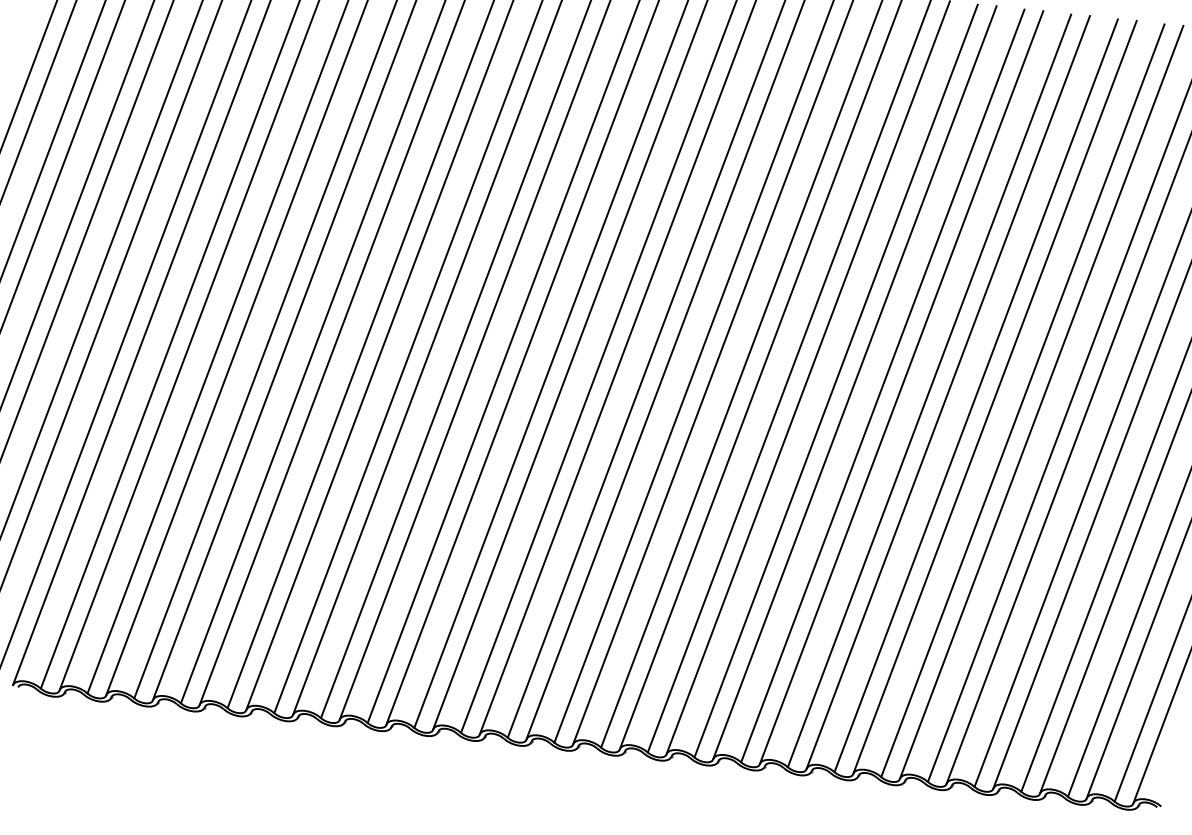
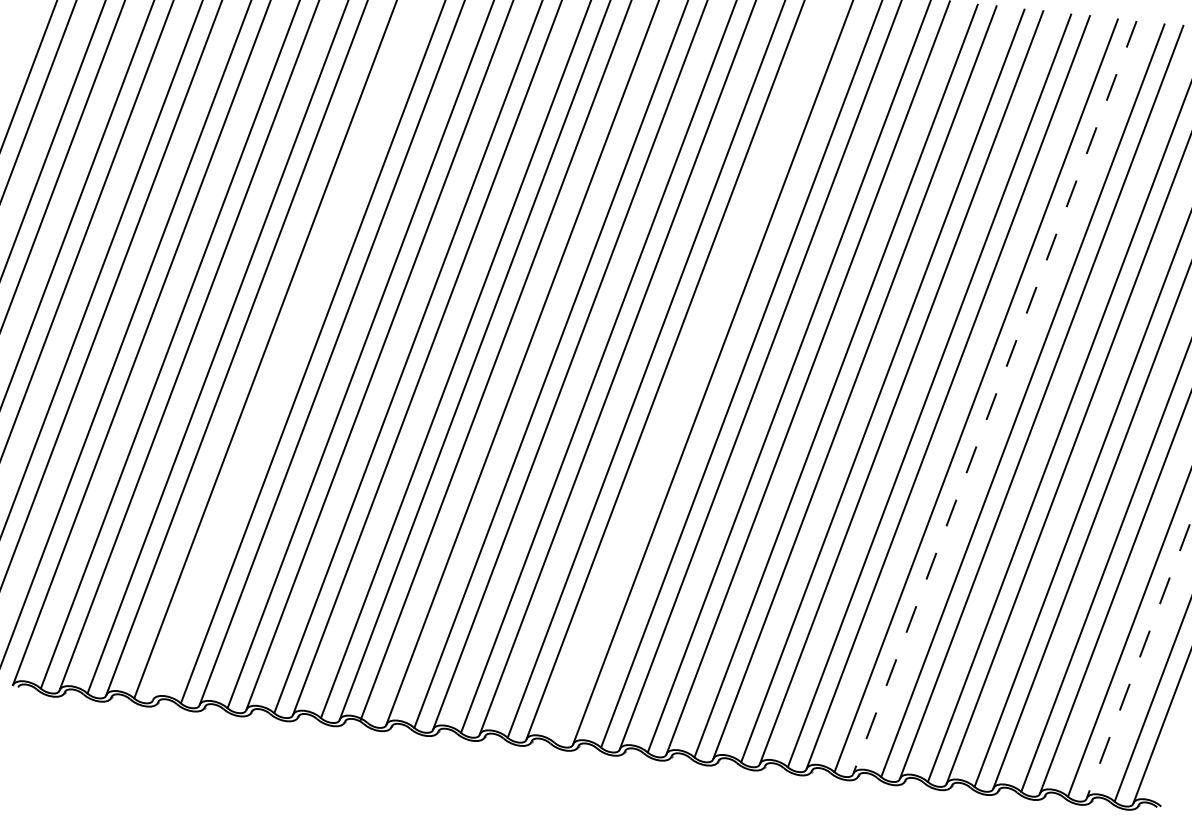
line at (284, 350): present -> none
line at (503, 362) position: (503, 362) -> (495, 361)
line at (693, 372): present -> none
line at (994, 397): solid -> dashed
line at (1139, 658): solid -> dashed
